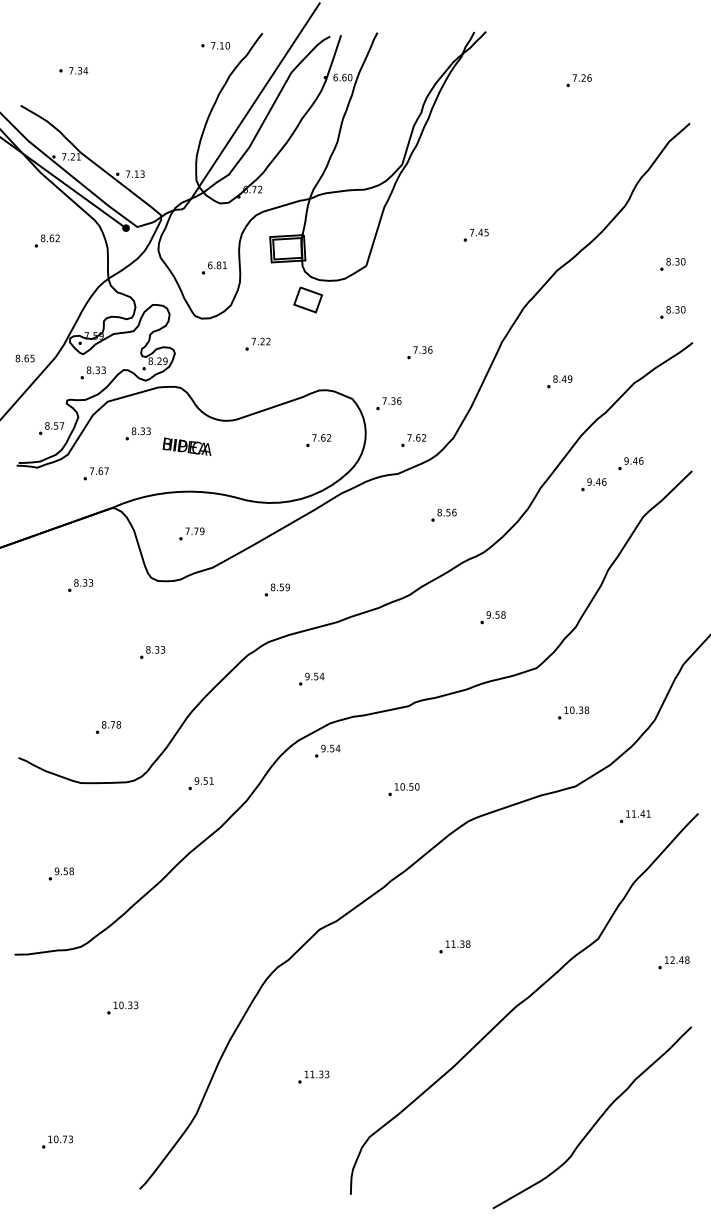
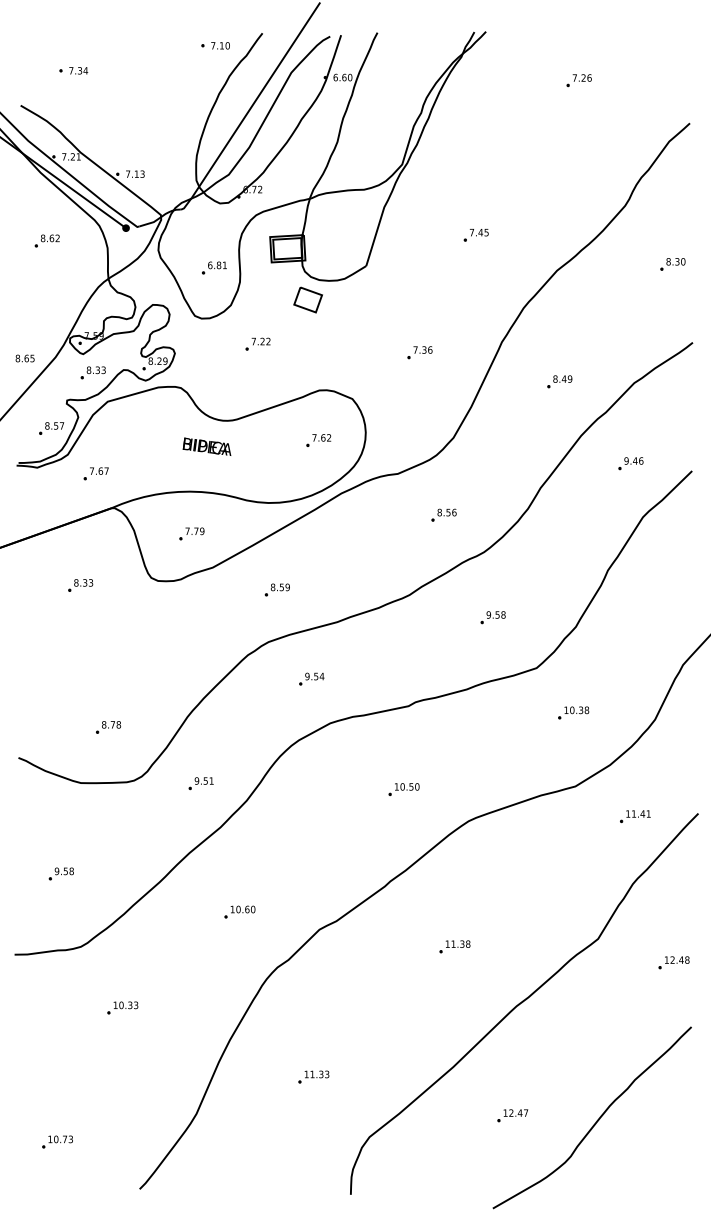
part at (672, 312): present -> none
part at (388, 403): present -> none
part at (137, 433): present -> none
part at (413, 440): present -> none
text at (186, 446) position: (186, 446) -> (206, 446)
part at (593, 484): present -> none
part at (152, 652): present -> none
part at (327, 750): present -> none
part at (239, 911): none -> present
part at (512, 1115): none -> present
